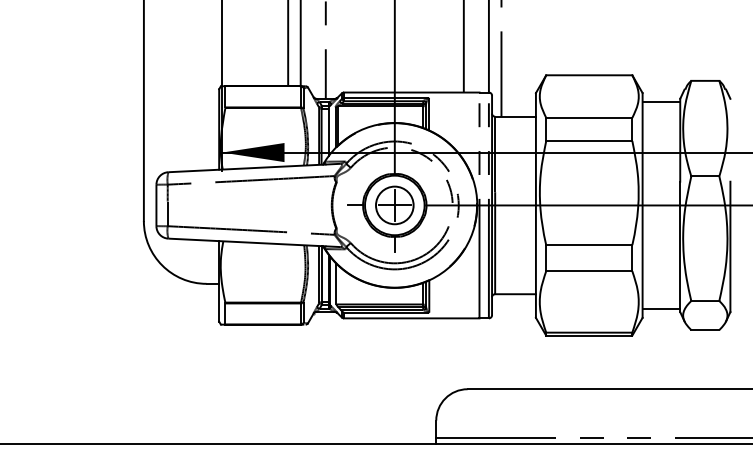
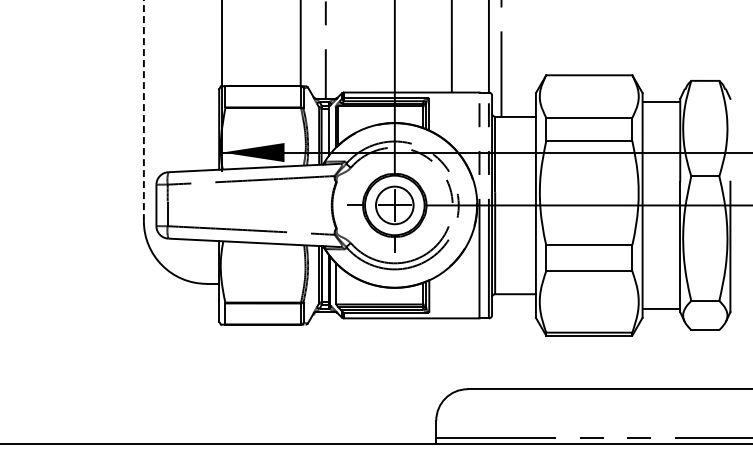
line at (288, 44): present -> none
line at (463, 47) position: (463, 47) -> (451, 47)
line at (143, 110): solid -> dashed
